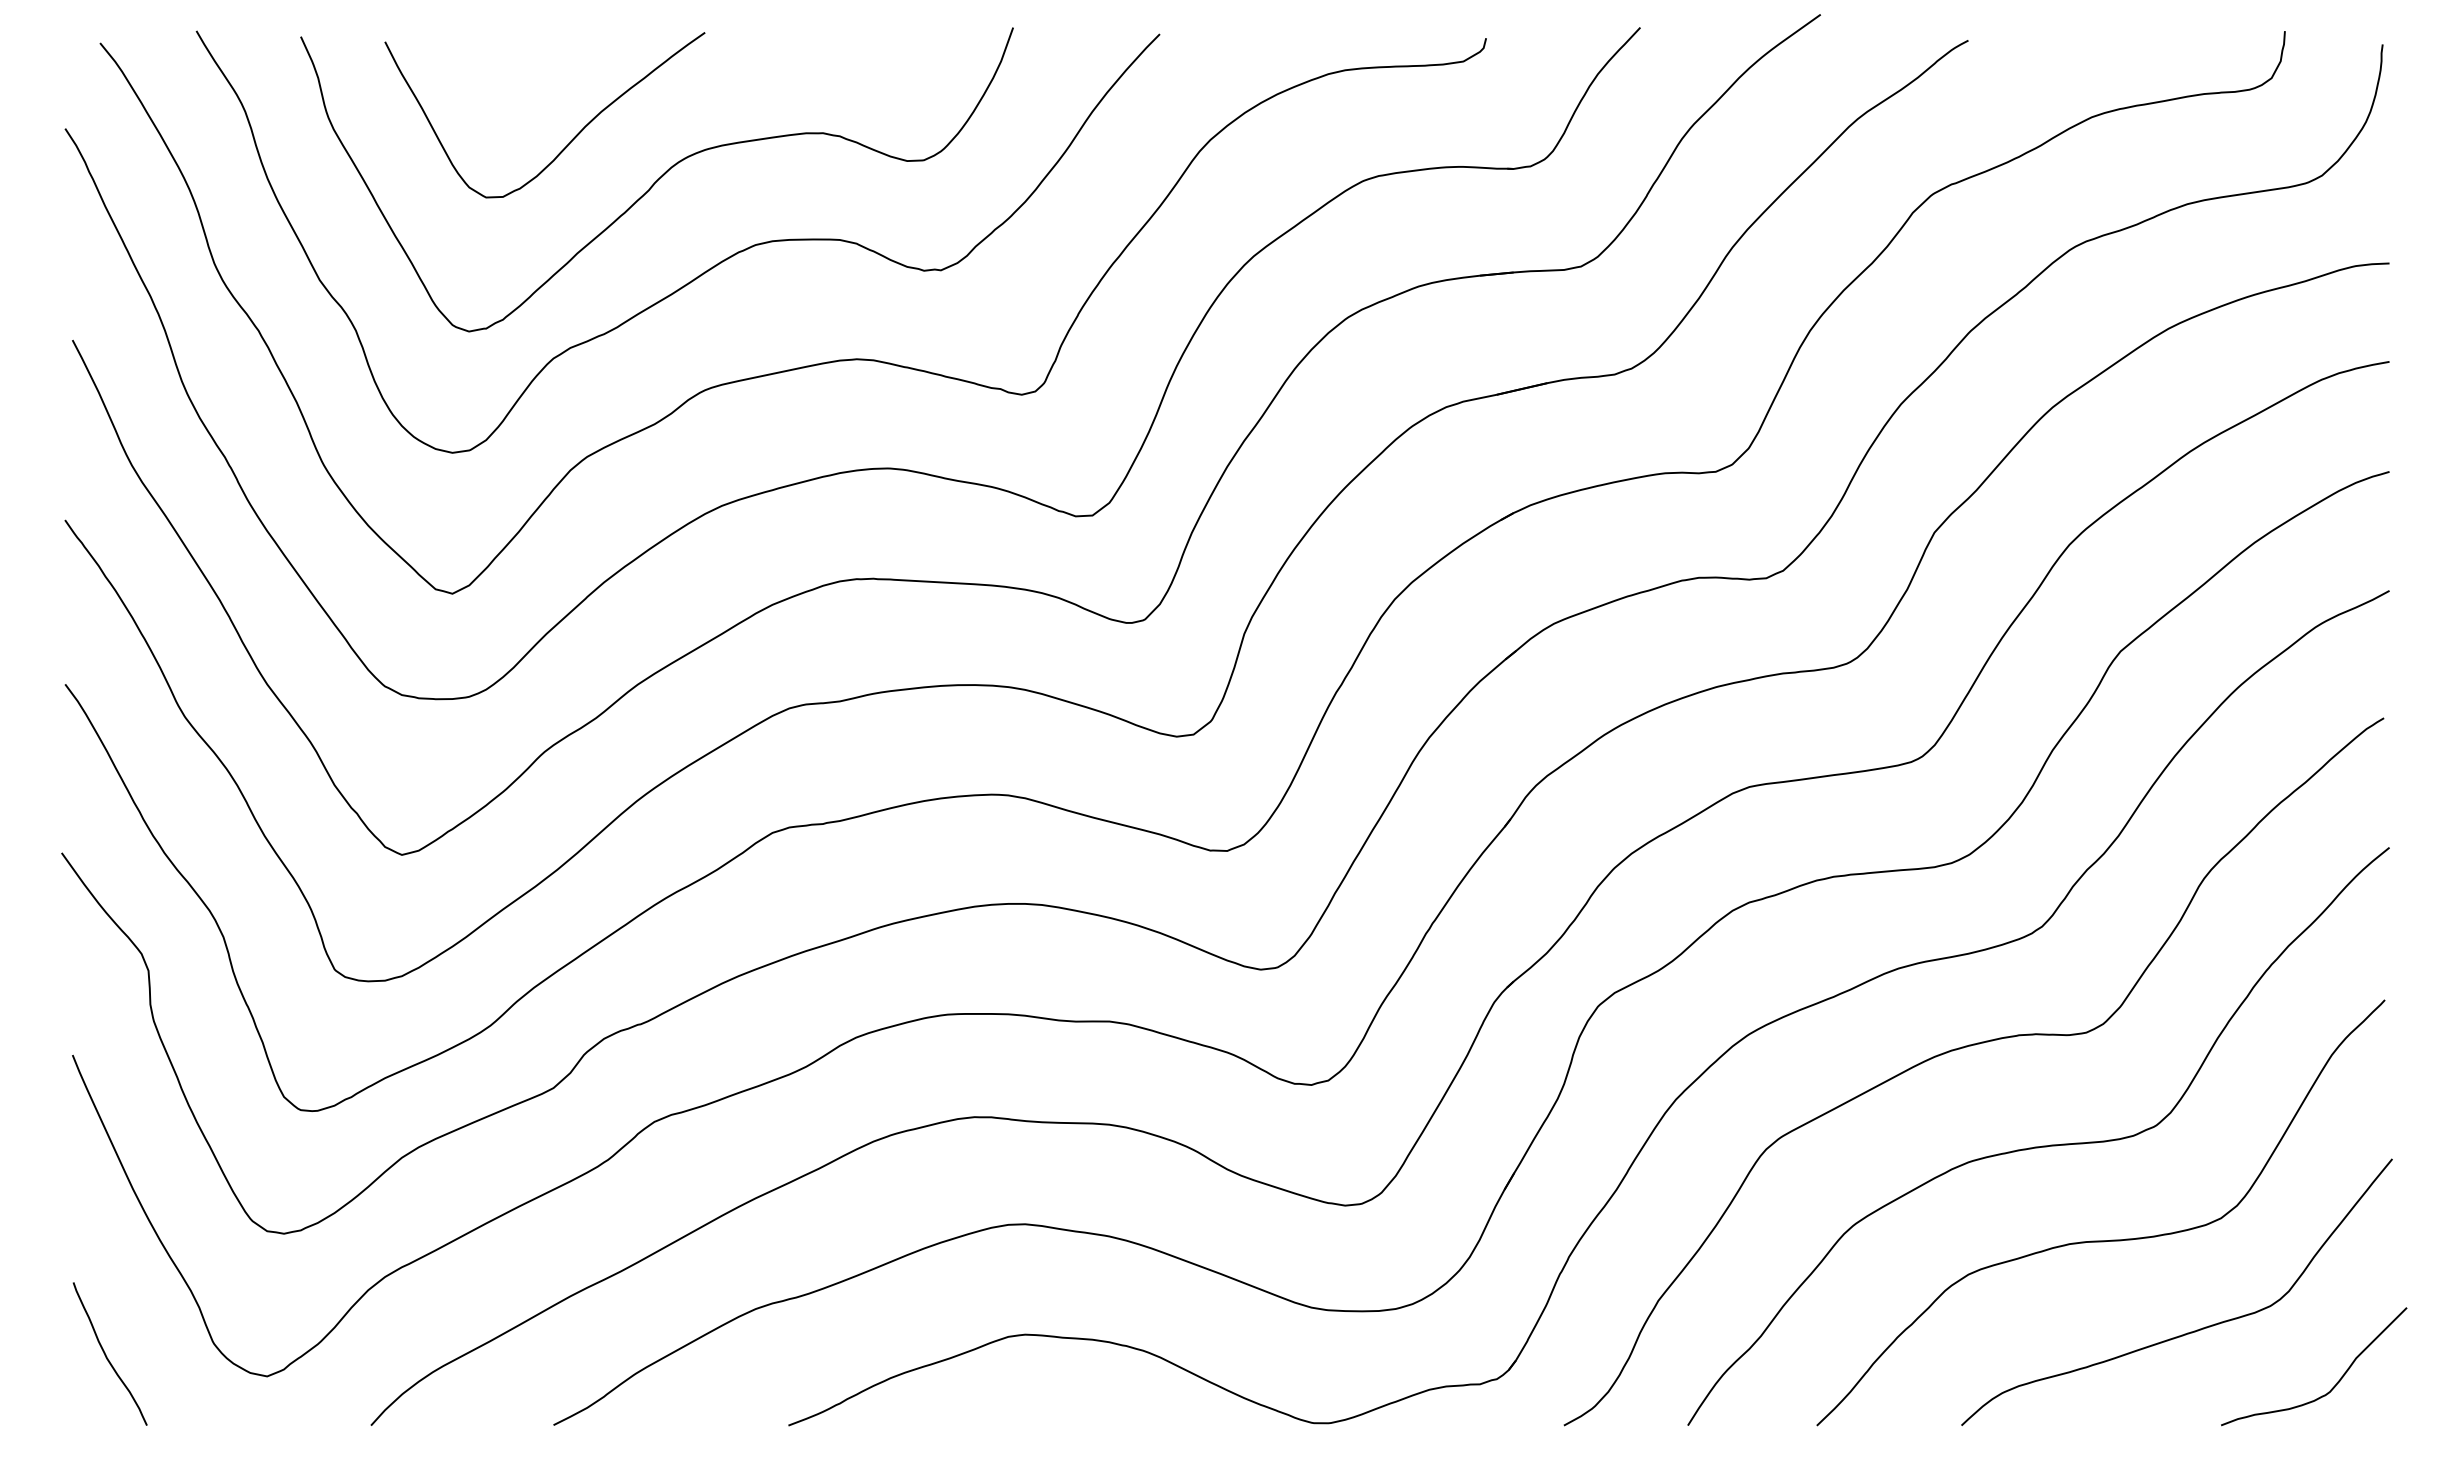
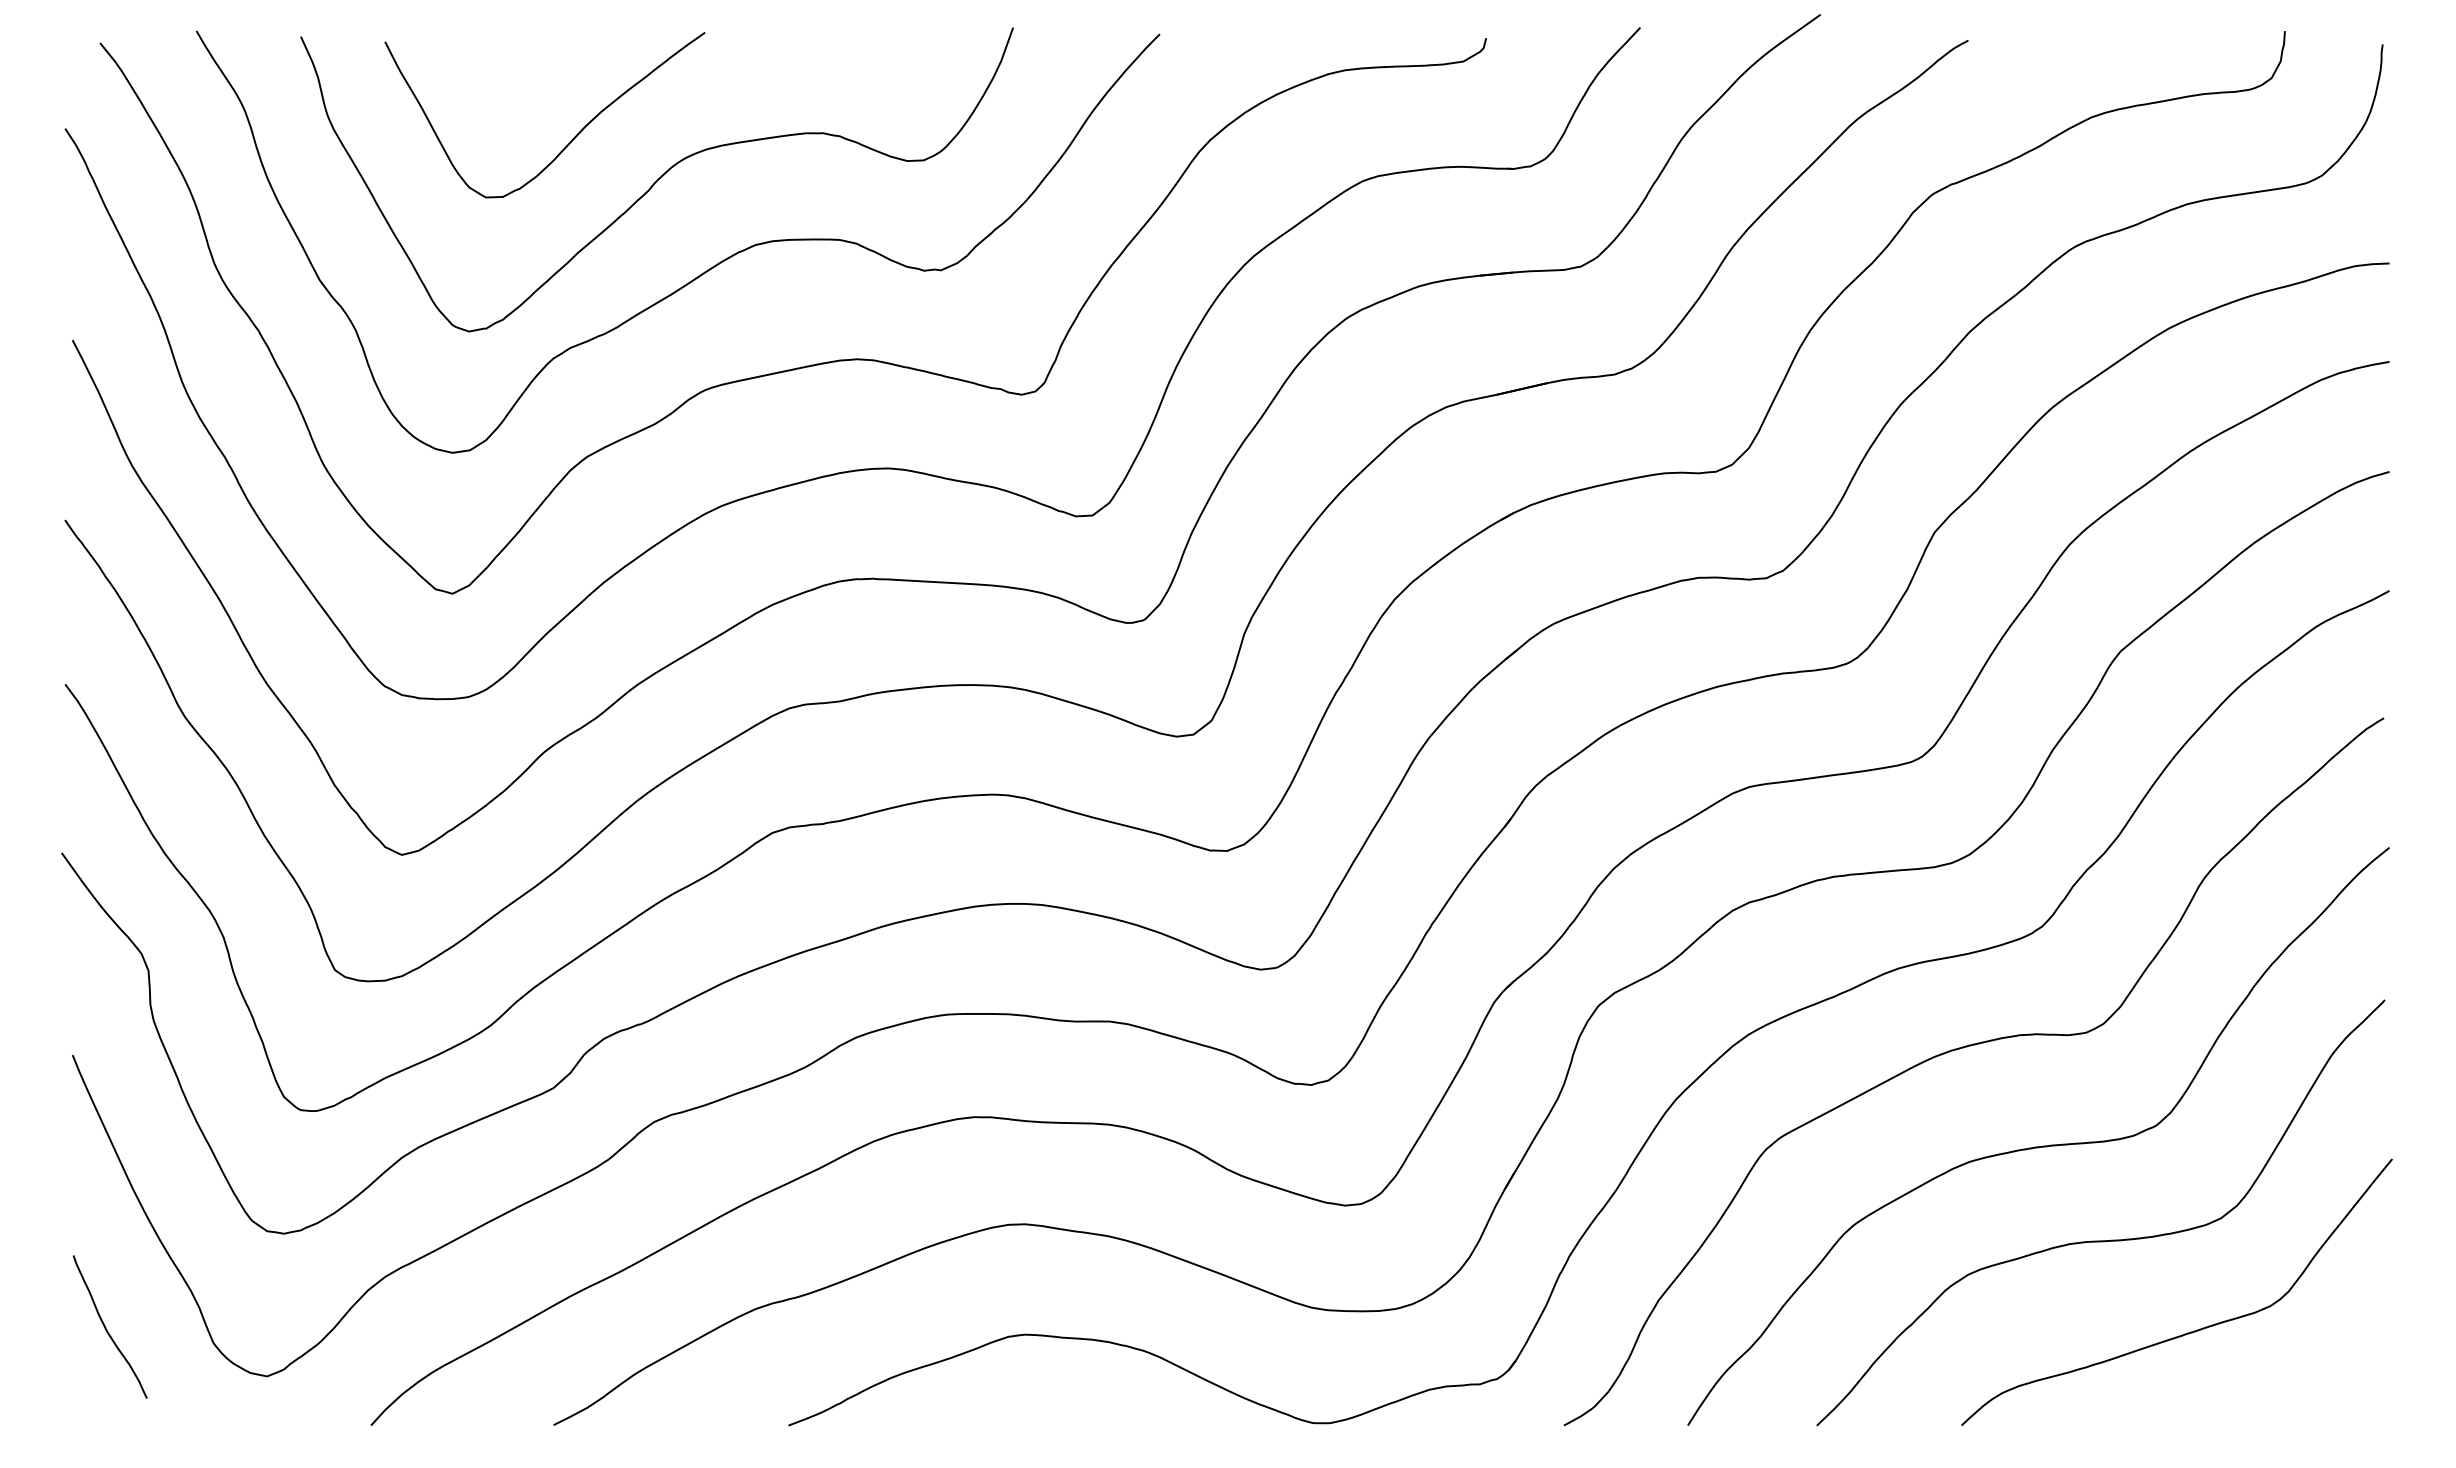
curve at (106, 1354) position: (106, 1354) -> (106, 1327)
curve at (2336, 1382): present -> none
